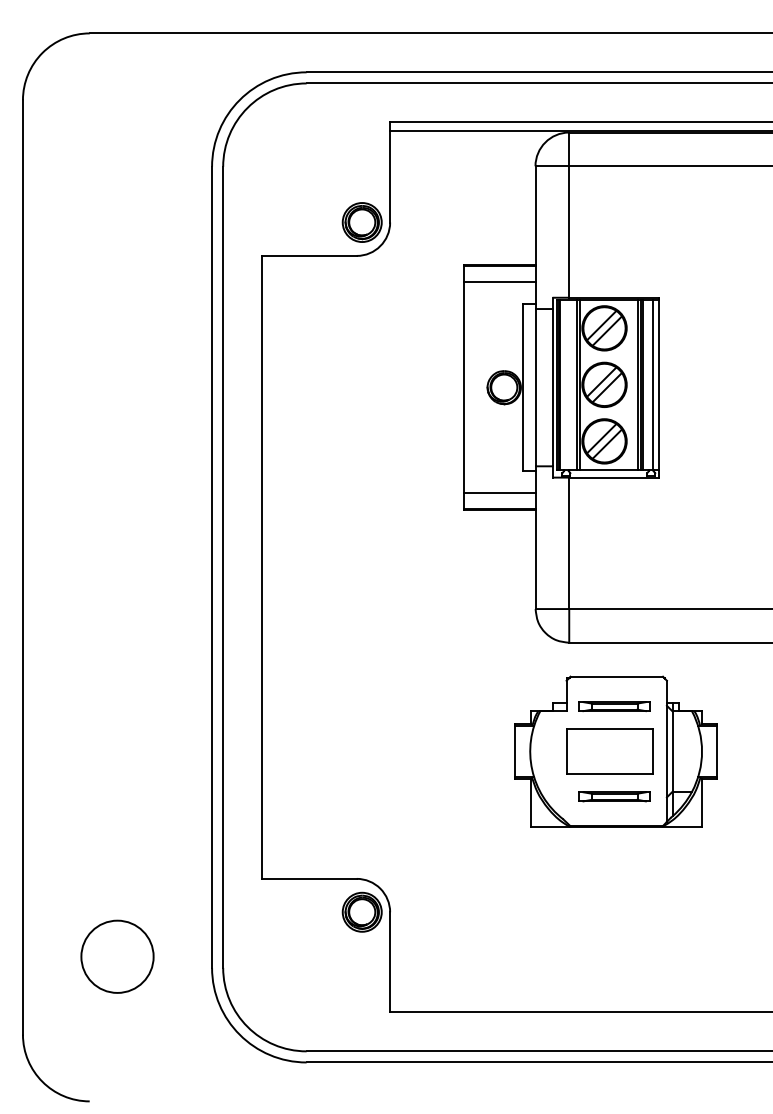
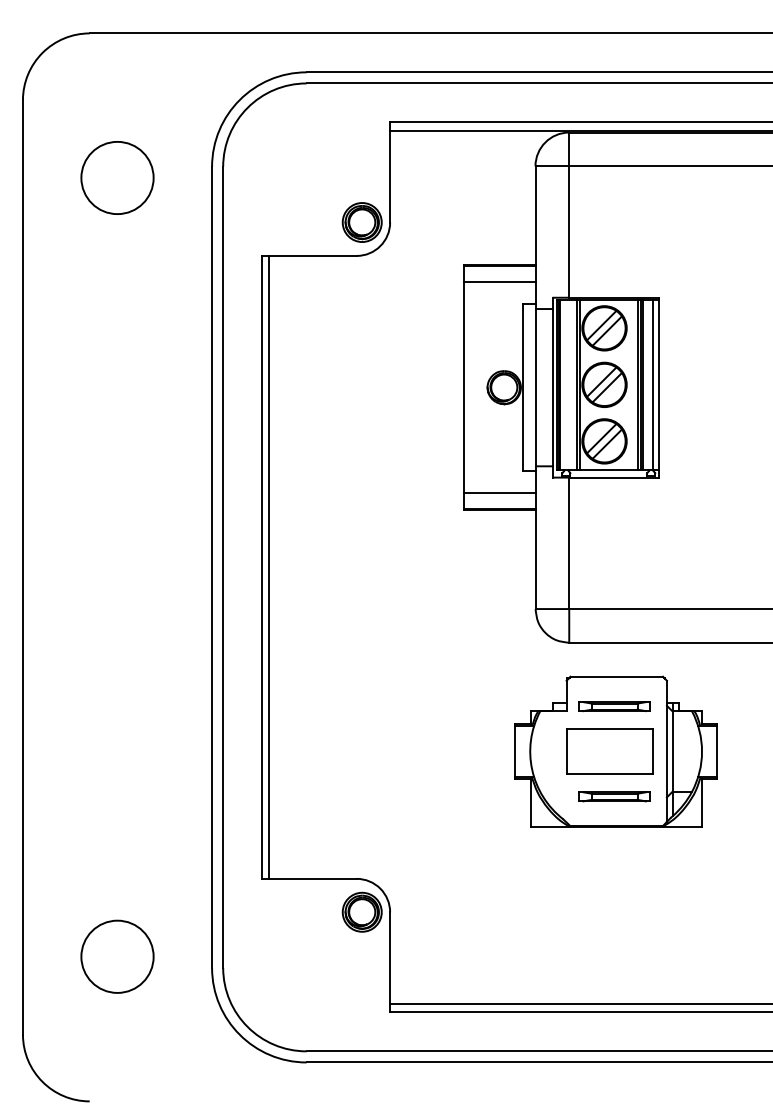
circle at (117, 177): none -> present
line at (269, 566): none -> present
line at (579, 1004): none -> present
